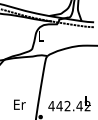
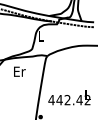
text at (69, 103) position: (69, 103) -> (69, 97)
text at (19, 104) position: (19, 104) -> (19, 71)
